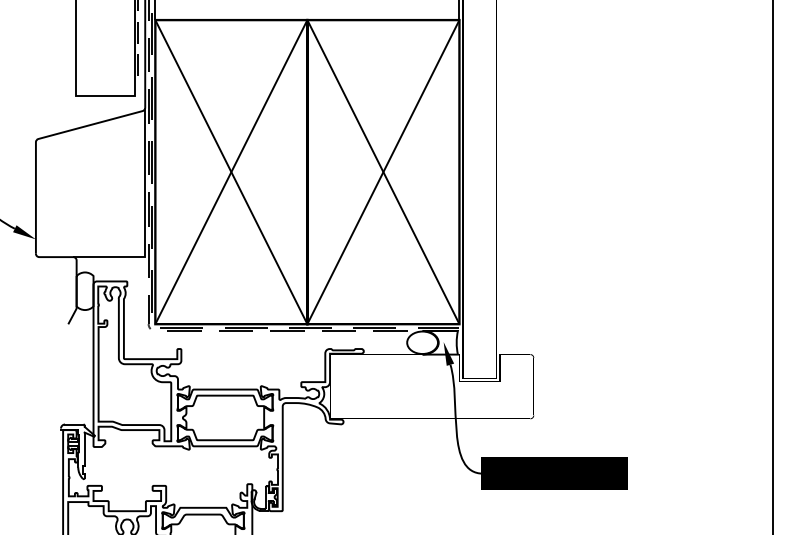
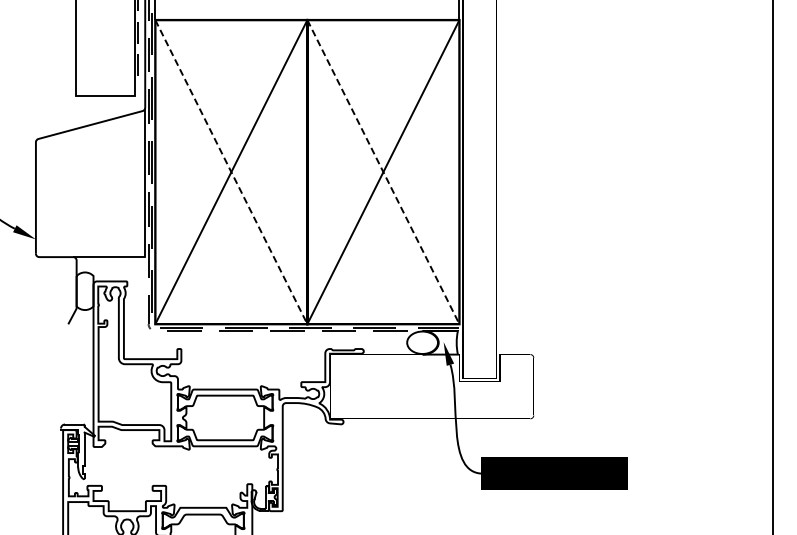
line at (231, 172): solid -> dashed
line at (383, 172): solid -> dashed
